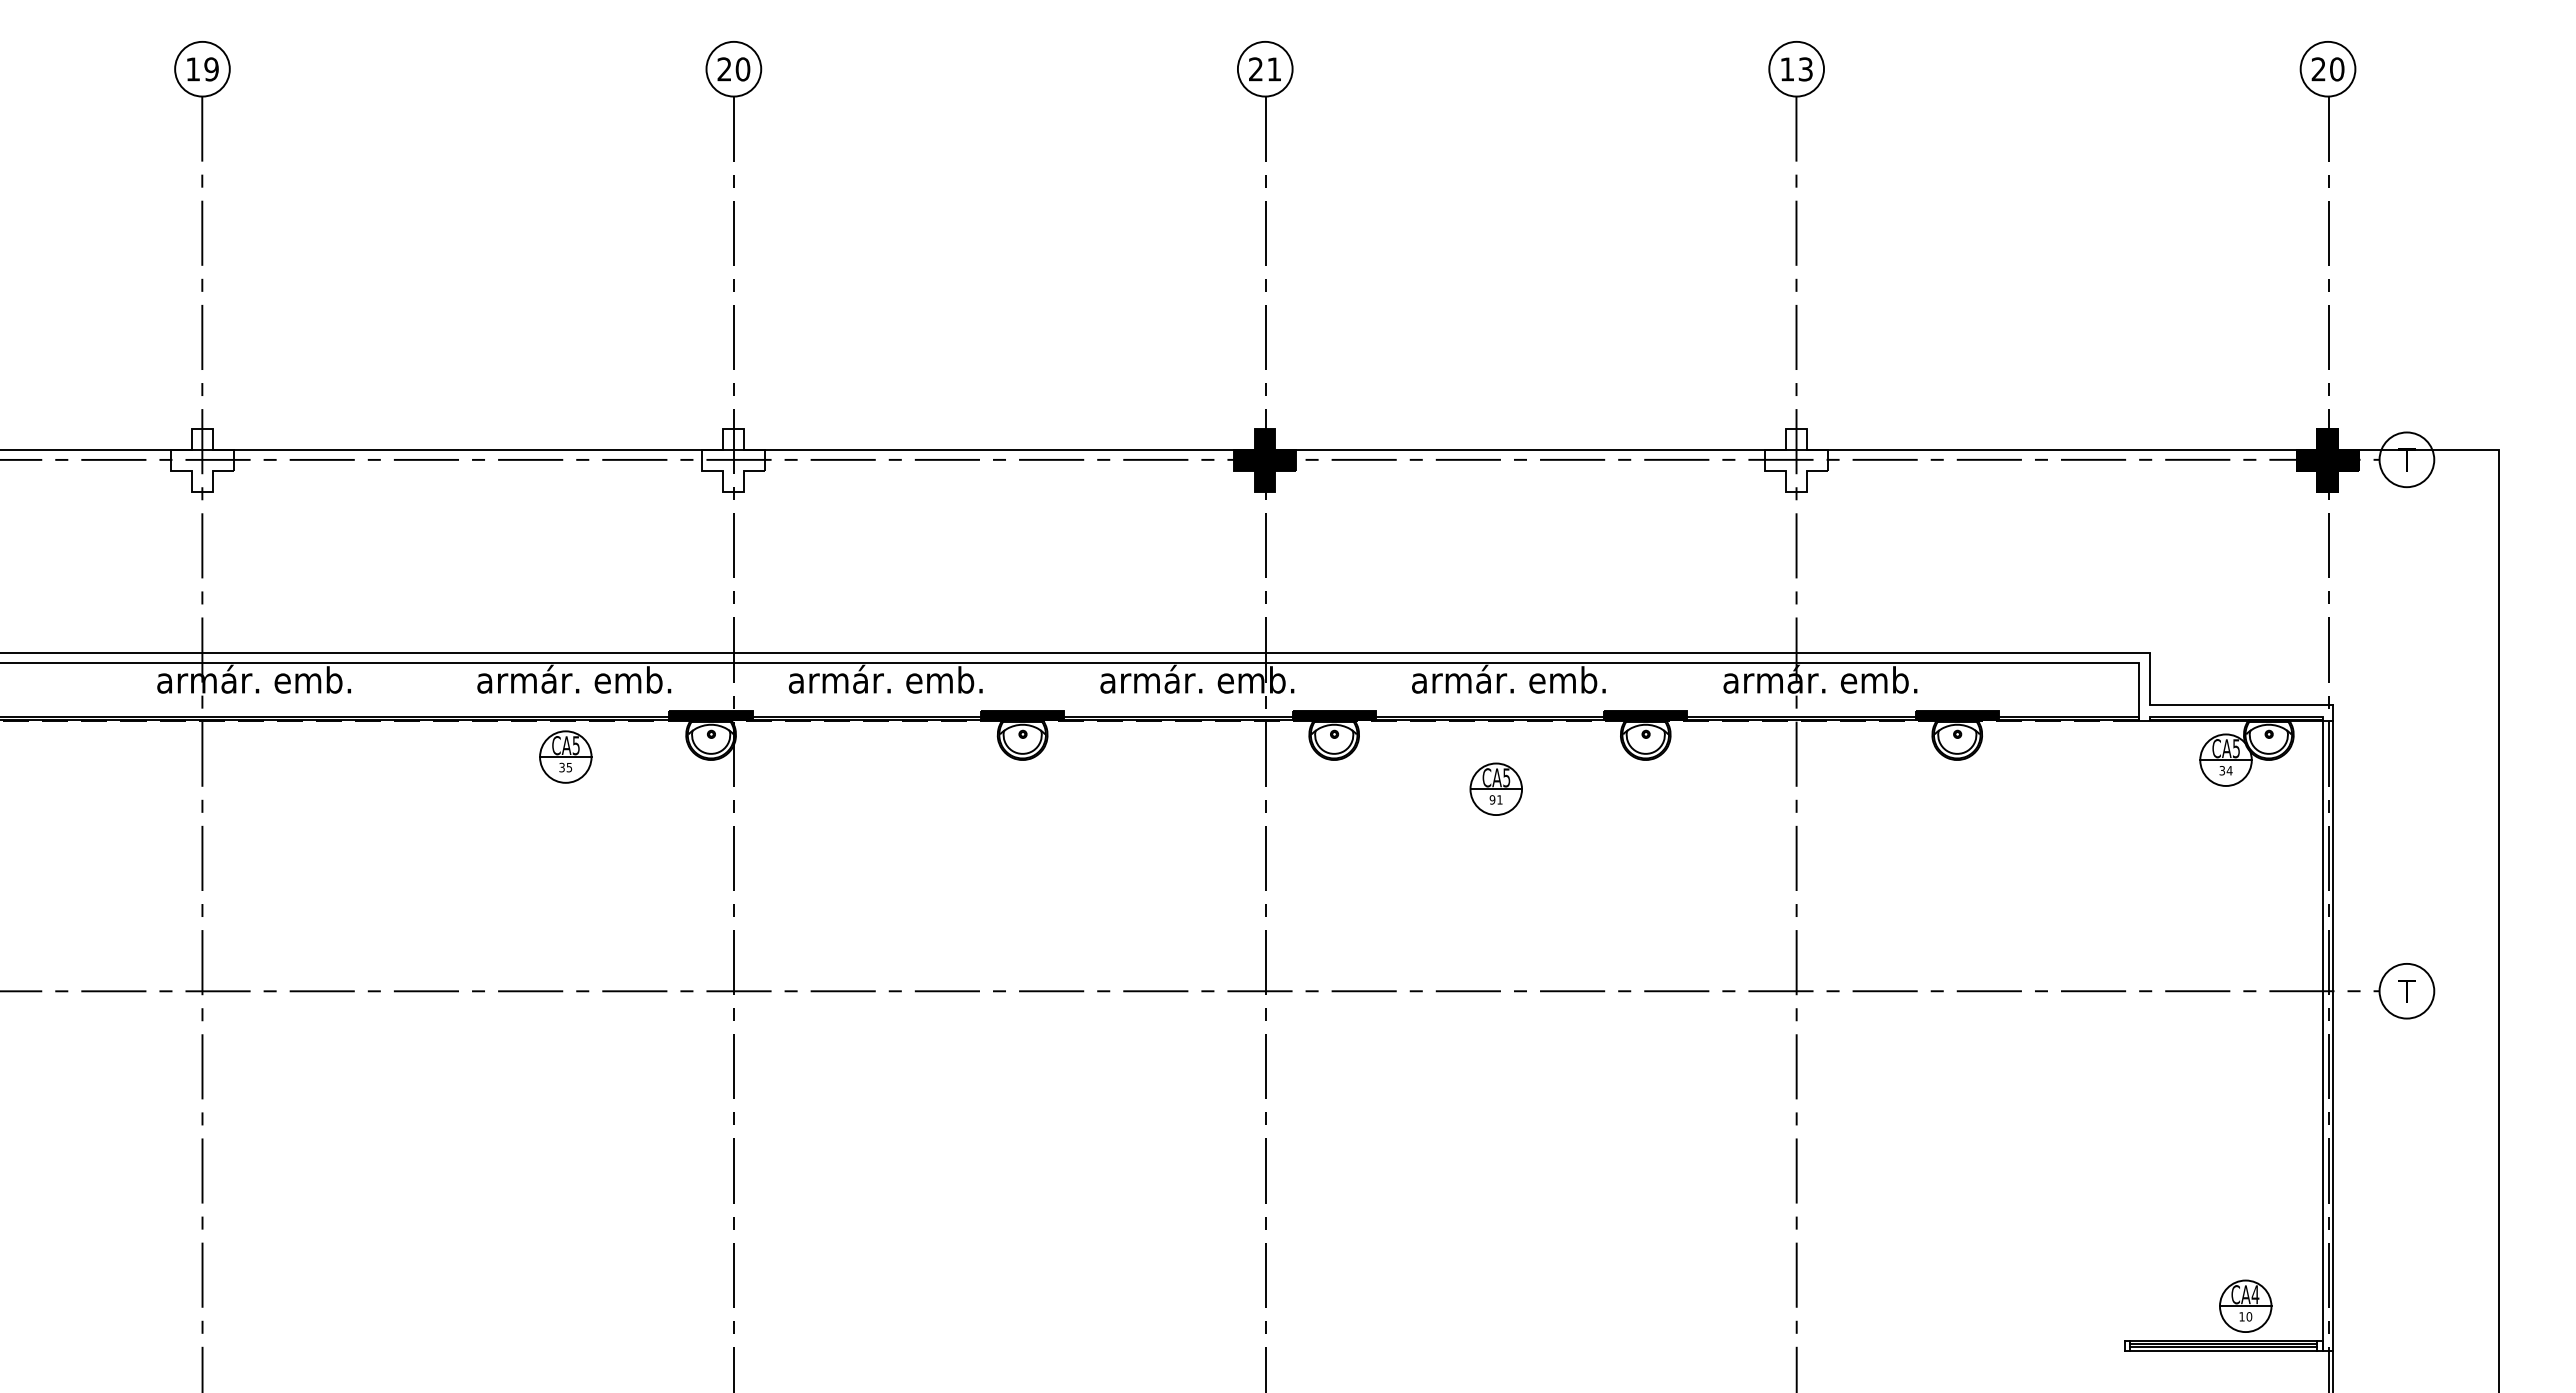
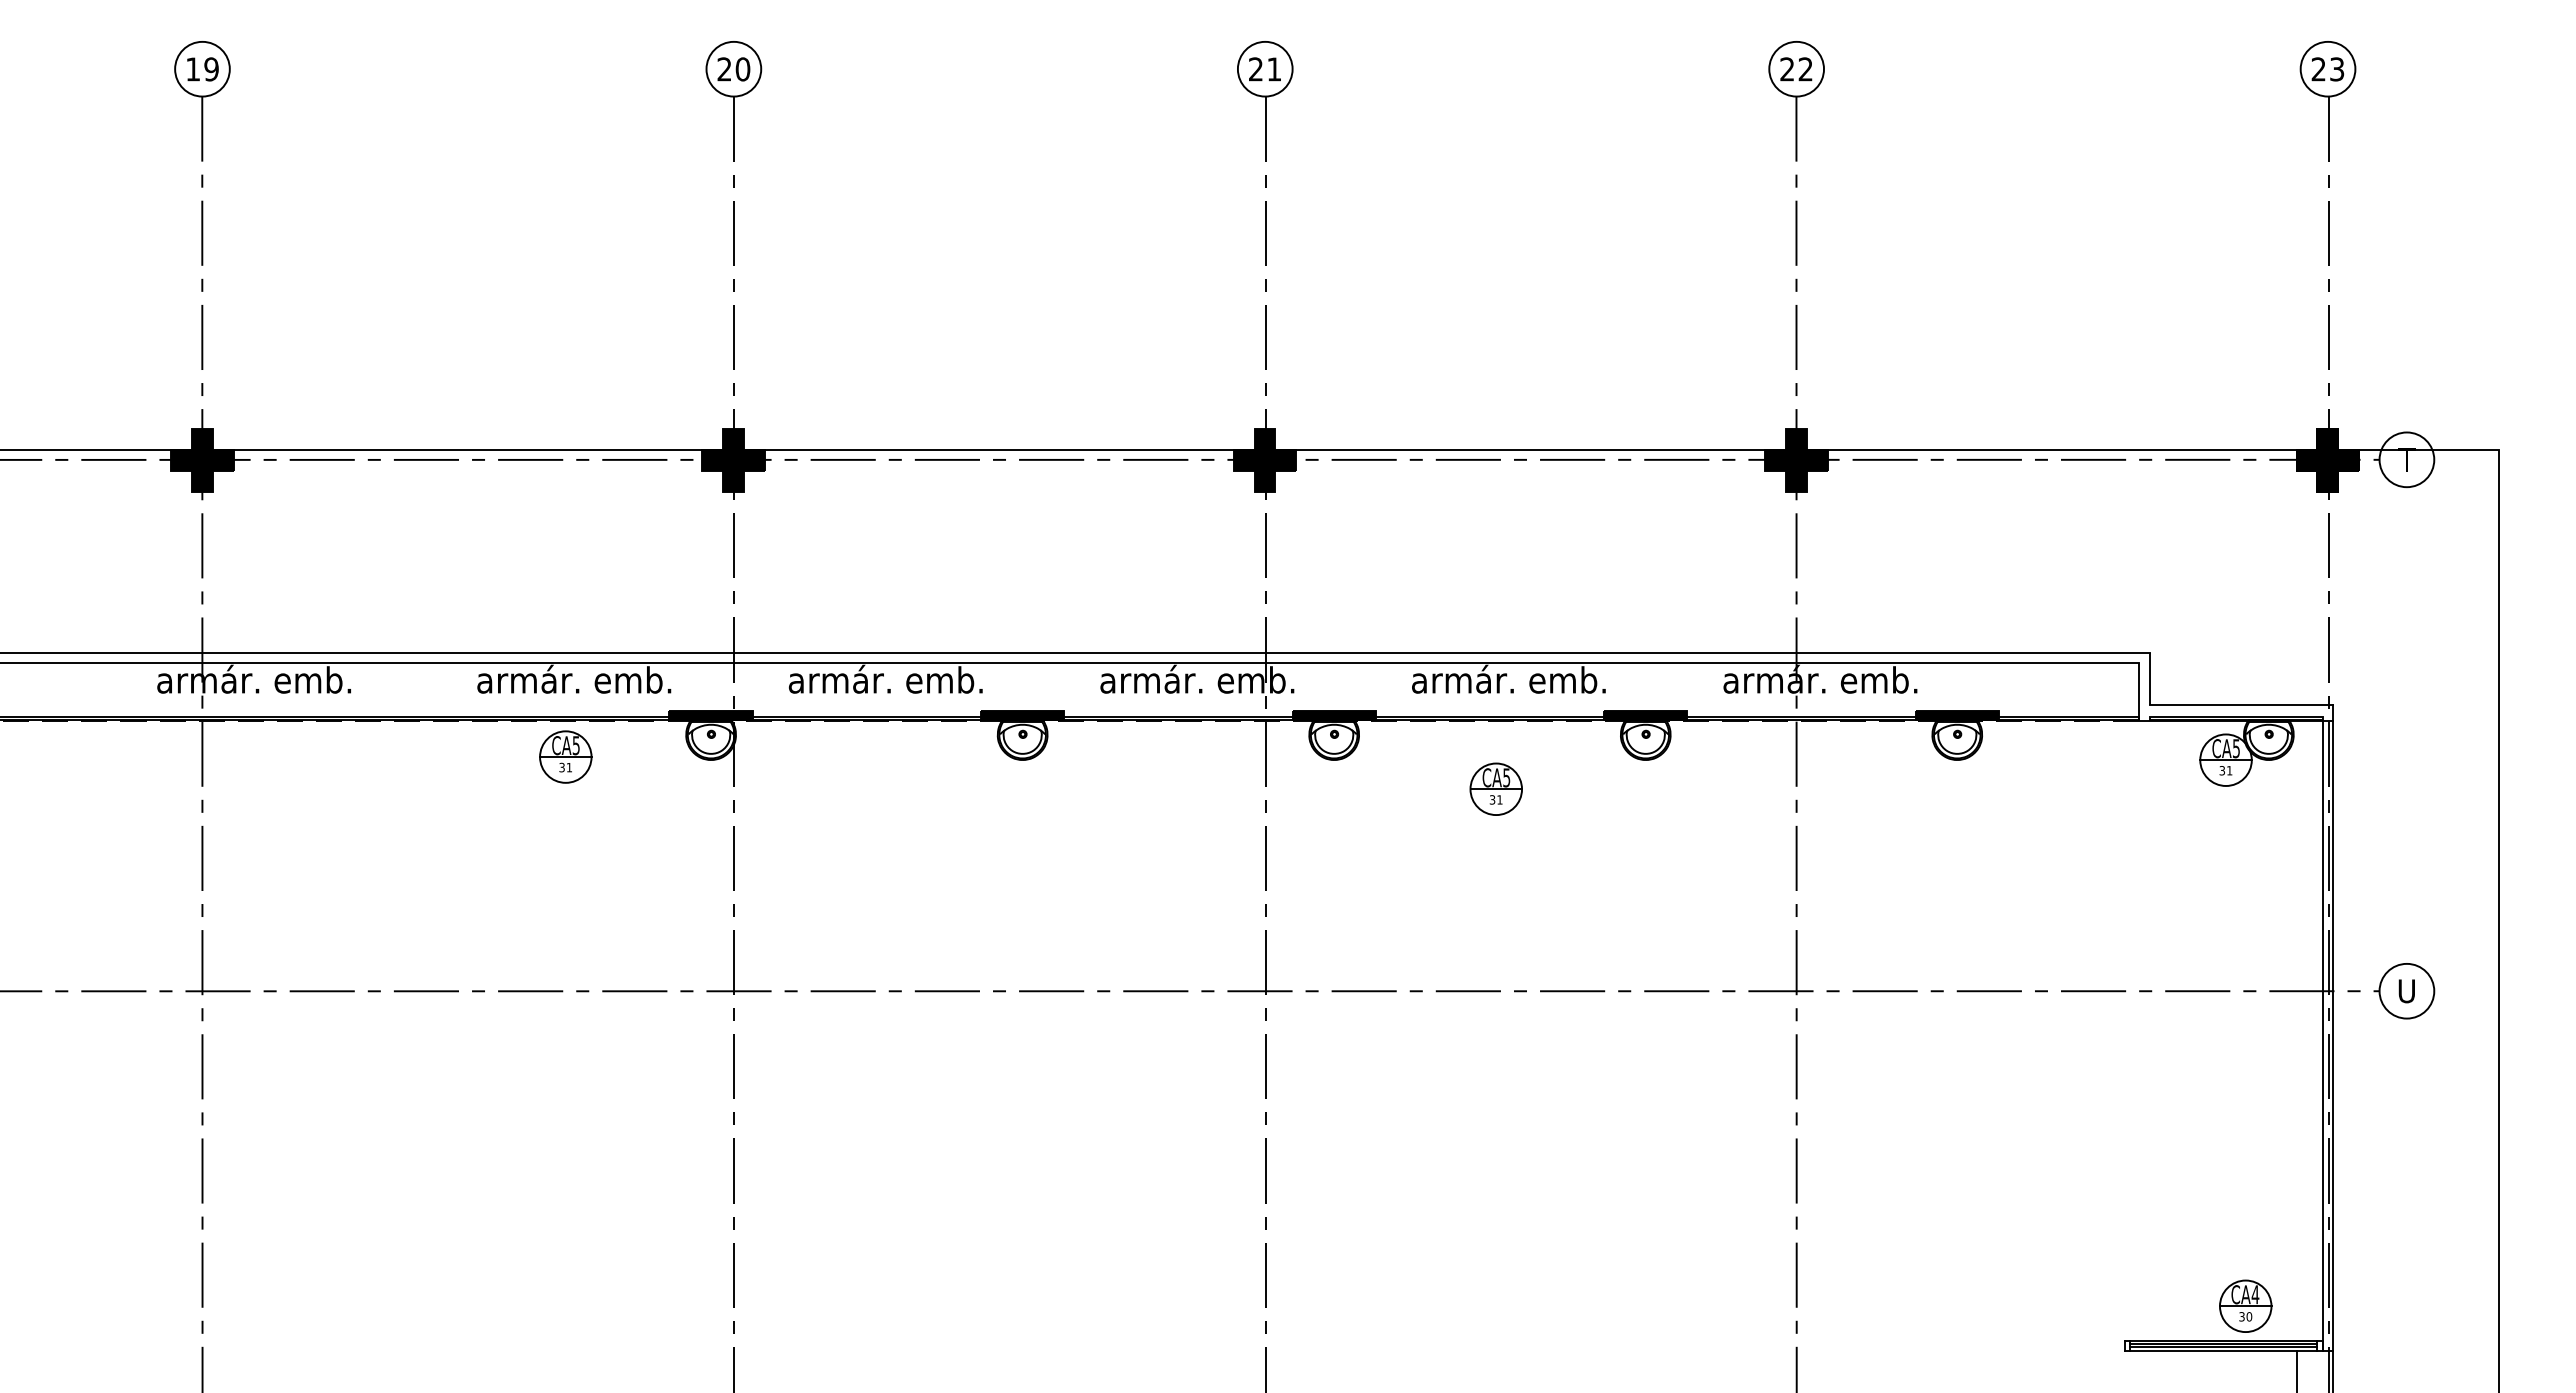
text at (1796, 69): 13 -> 22
text at (2337, 69): 20 -> 23
fill at (202, 460): none -> present
fill at (733, 460): none -> present
fill at (1796, 460): none -> present
text at (569, 767): 35 -> 31
text at (2229, 770): 34 -> 31
text at (1492, 799): 91 -> 31
text at (2406, 991): T -> U
text at (2241, 1316): 10 -> 30
line at (2296, 1370): none -> present
